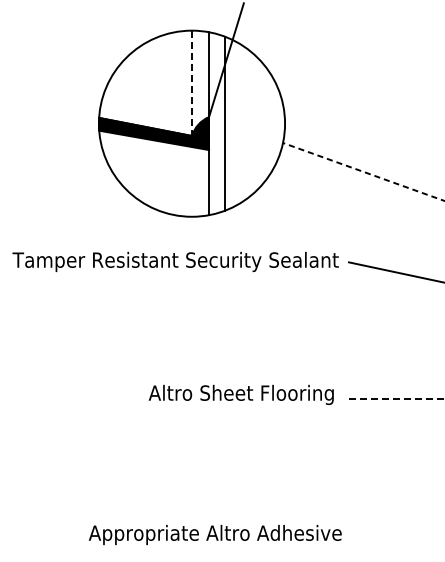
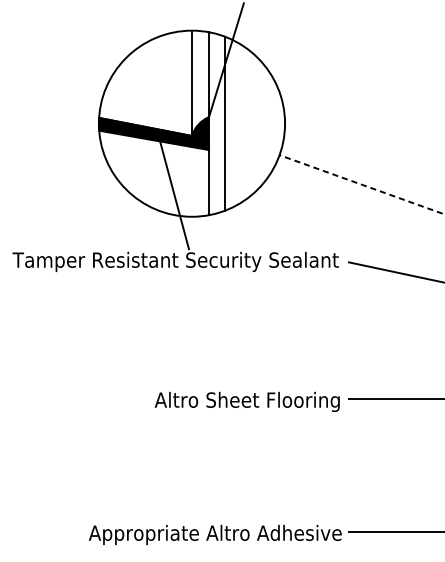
line at (192, 83): dashed -> solid
line at (362, 171) position: (362, 171) -> (360, 184)
line at (173, 191): none -> present
text at (240, 394) position: (240, 394) -> (246, 401)
line at (396, 399): dashed -> solid
line at (394, 532): none -> present
